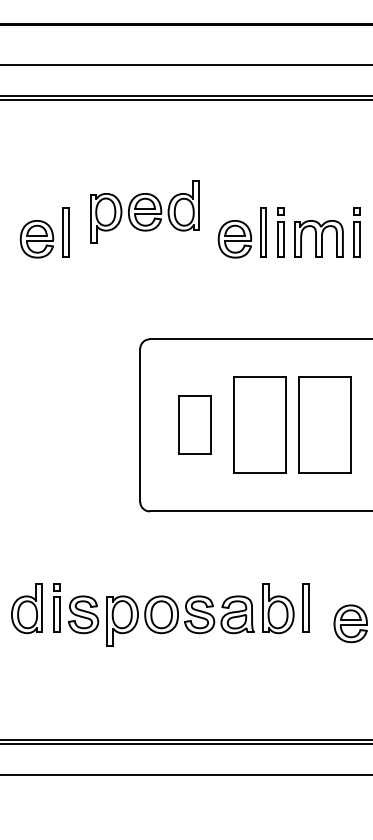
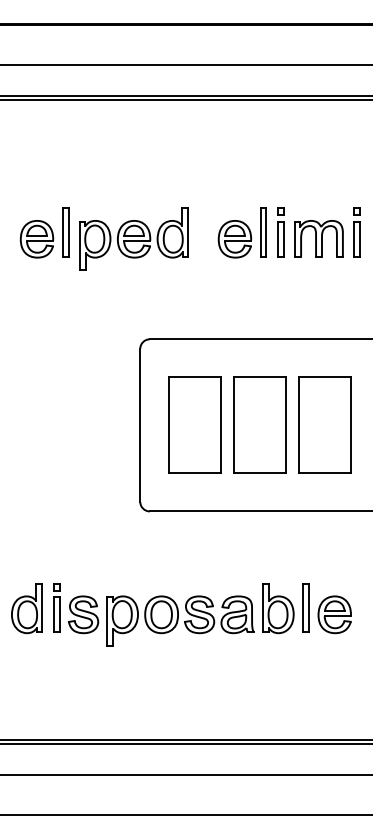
part at (144, 211) position: (144, 211) -> (133, 238)
part at (194, 424) size: 34x60 px -> 54x98 px
part at (350, 623) position: (350, 623) -> (334, 614)
line at (185, 814): none -> present
